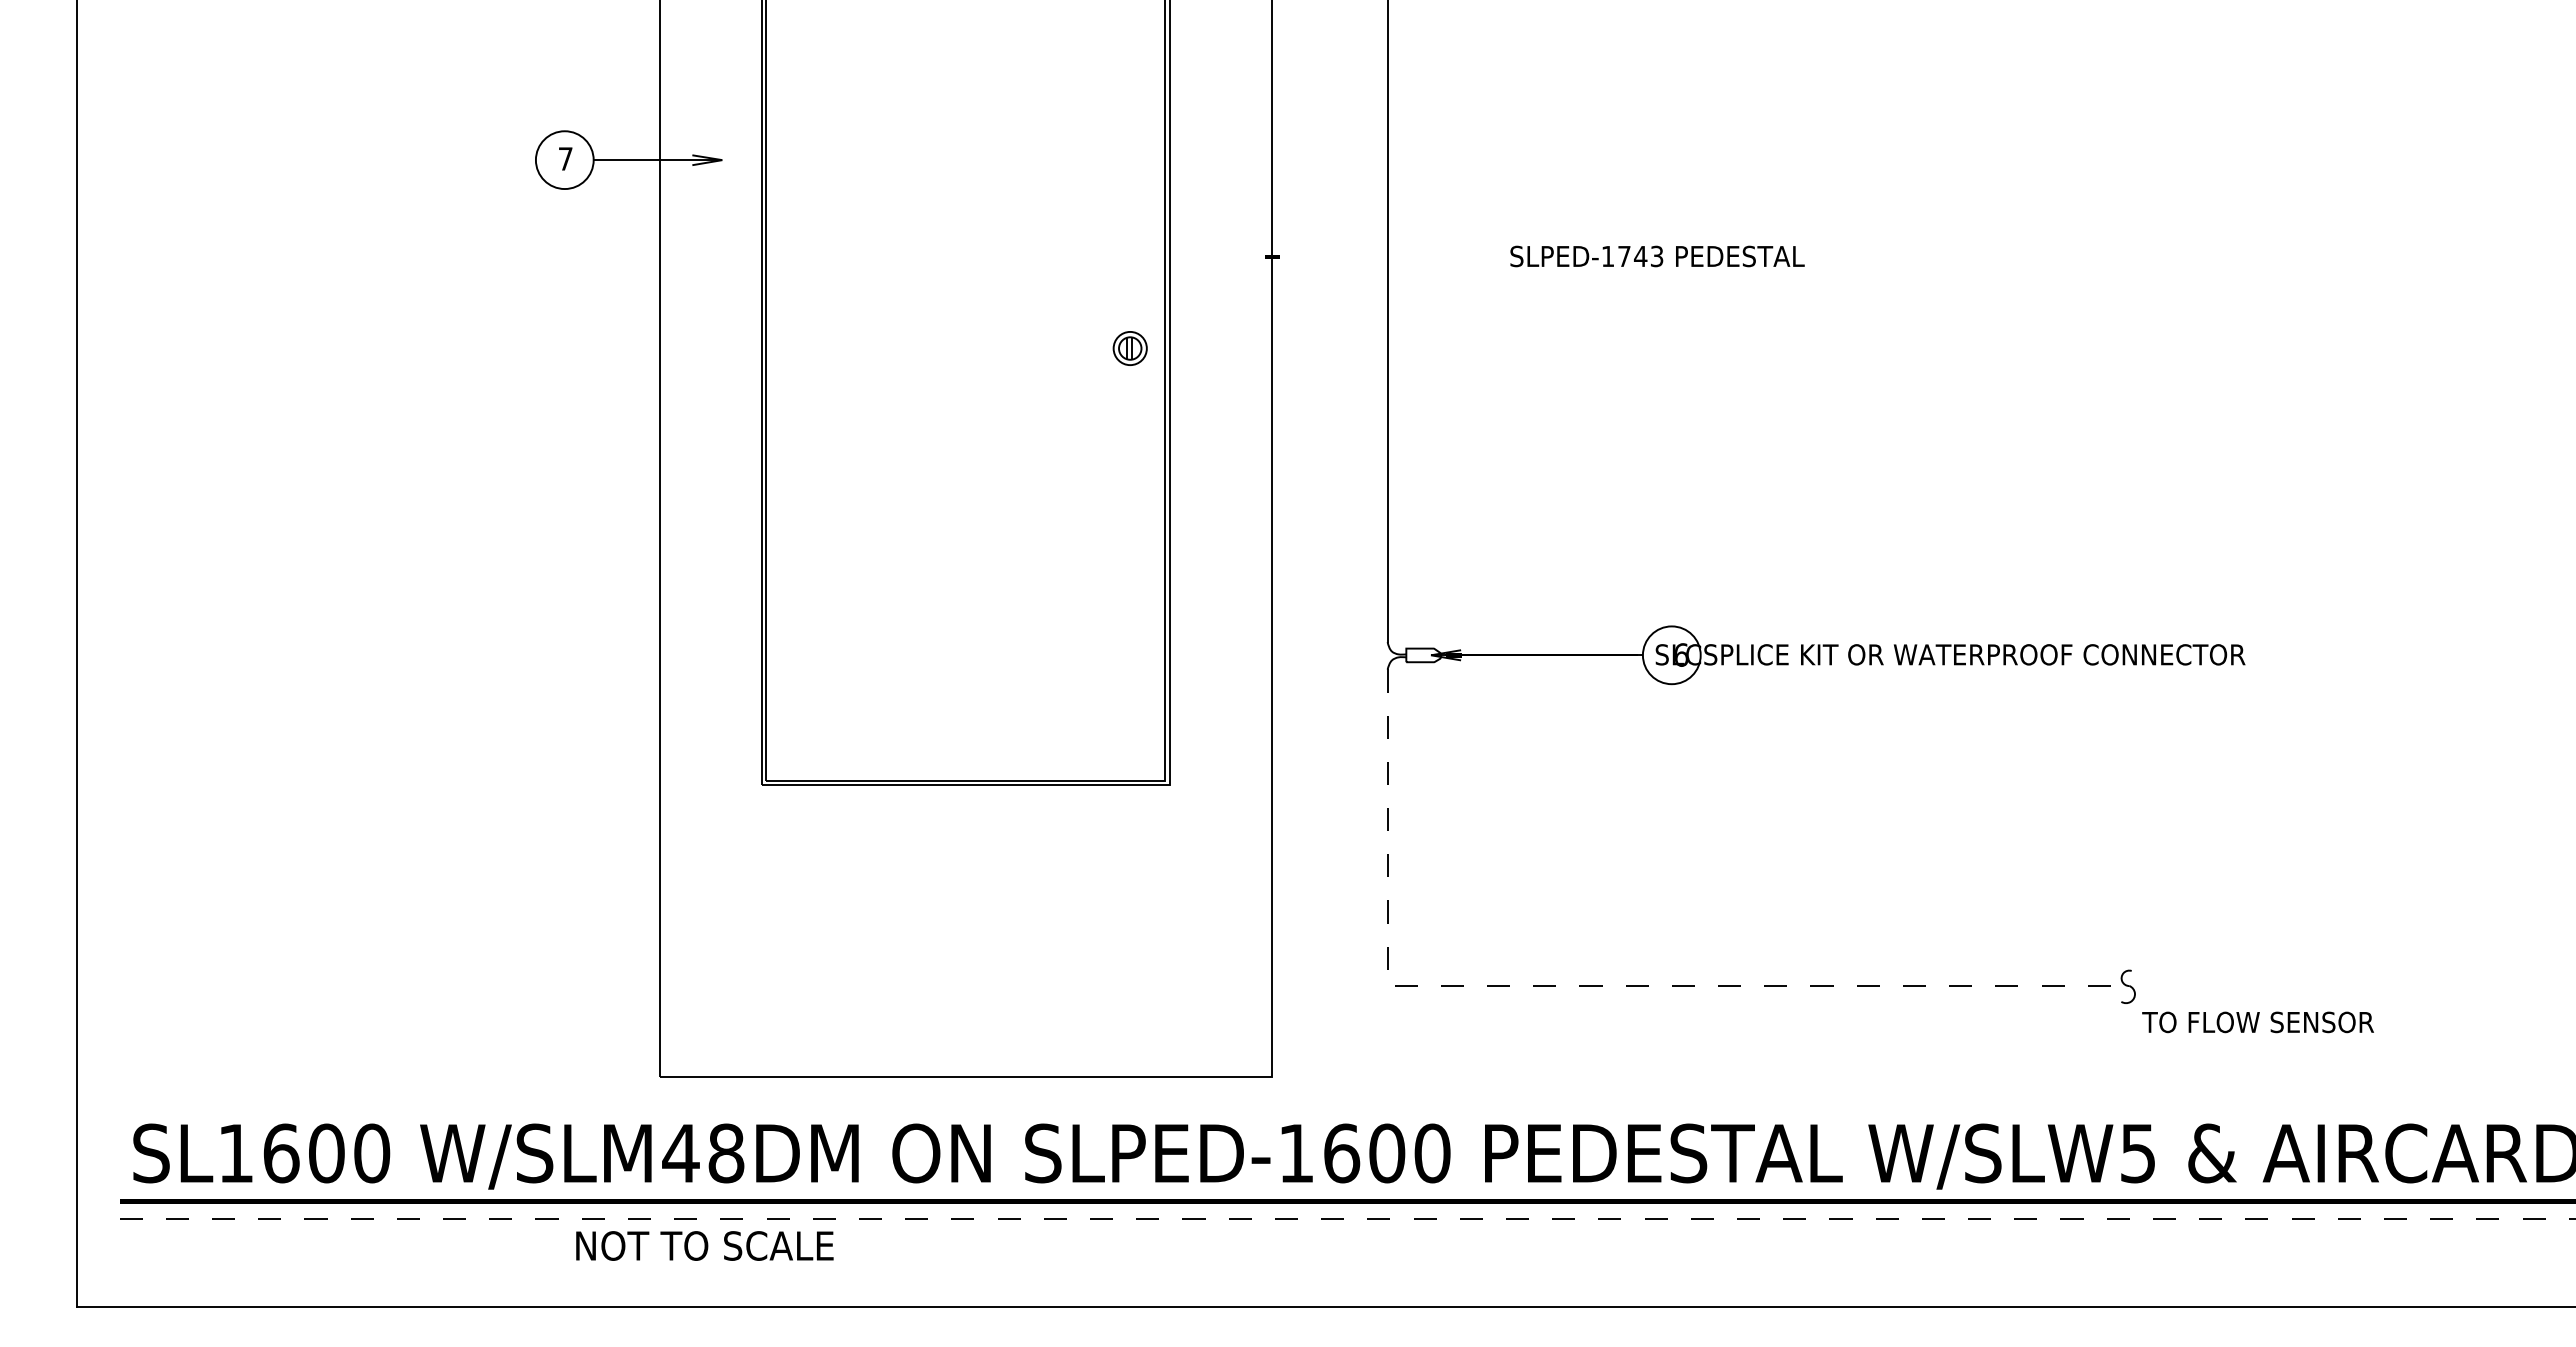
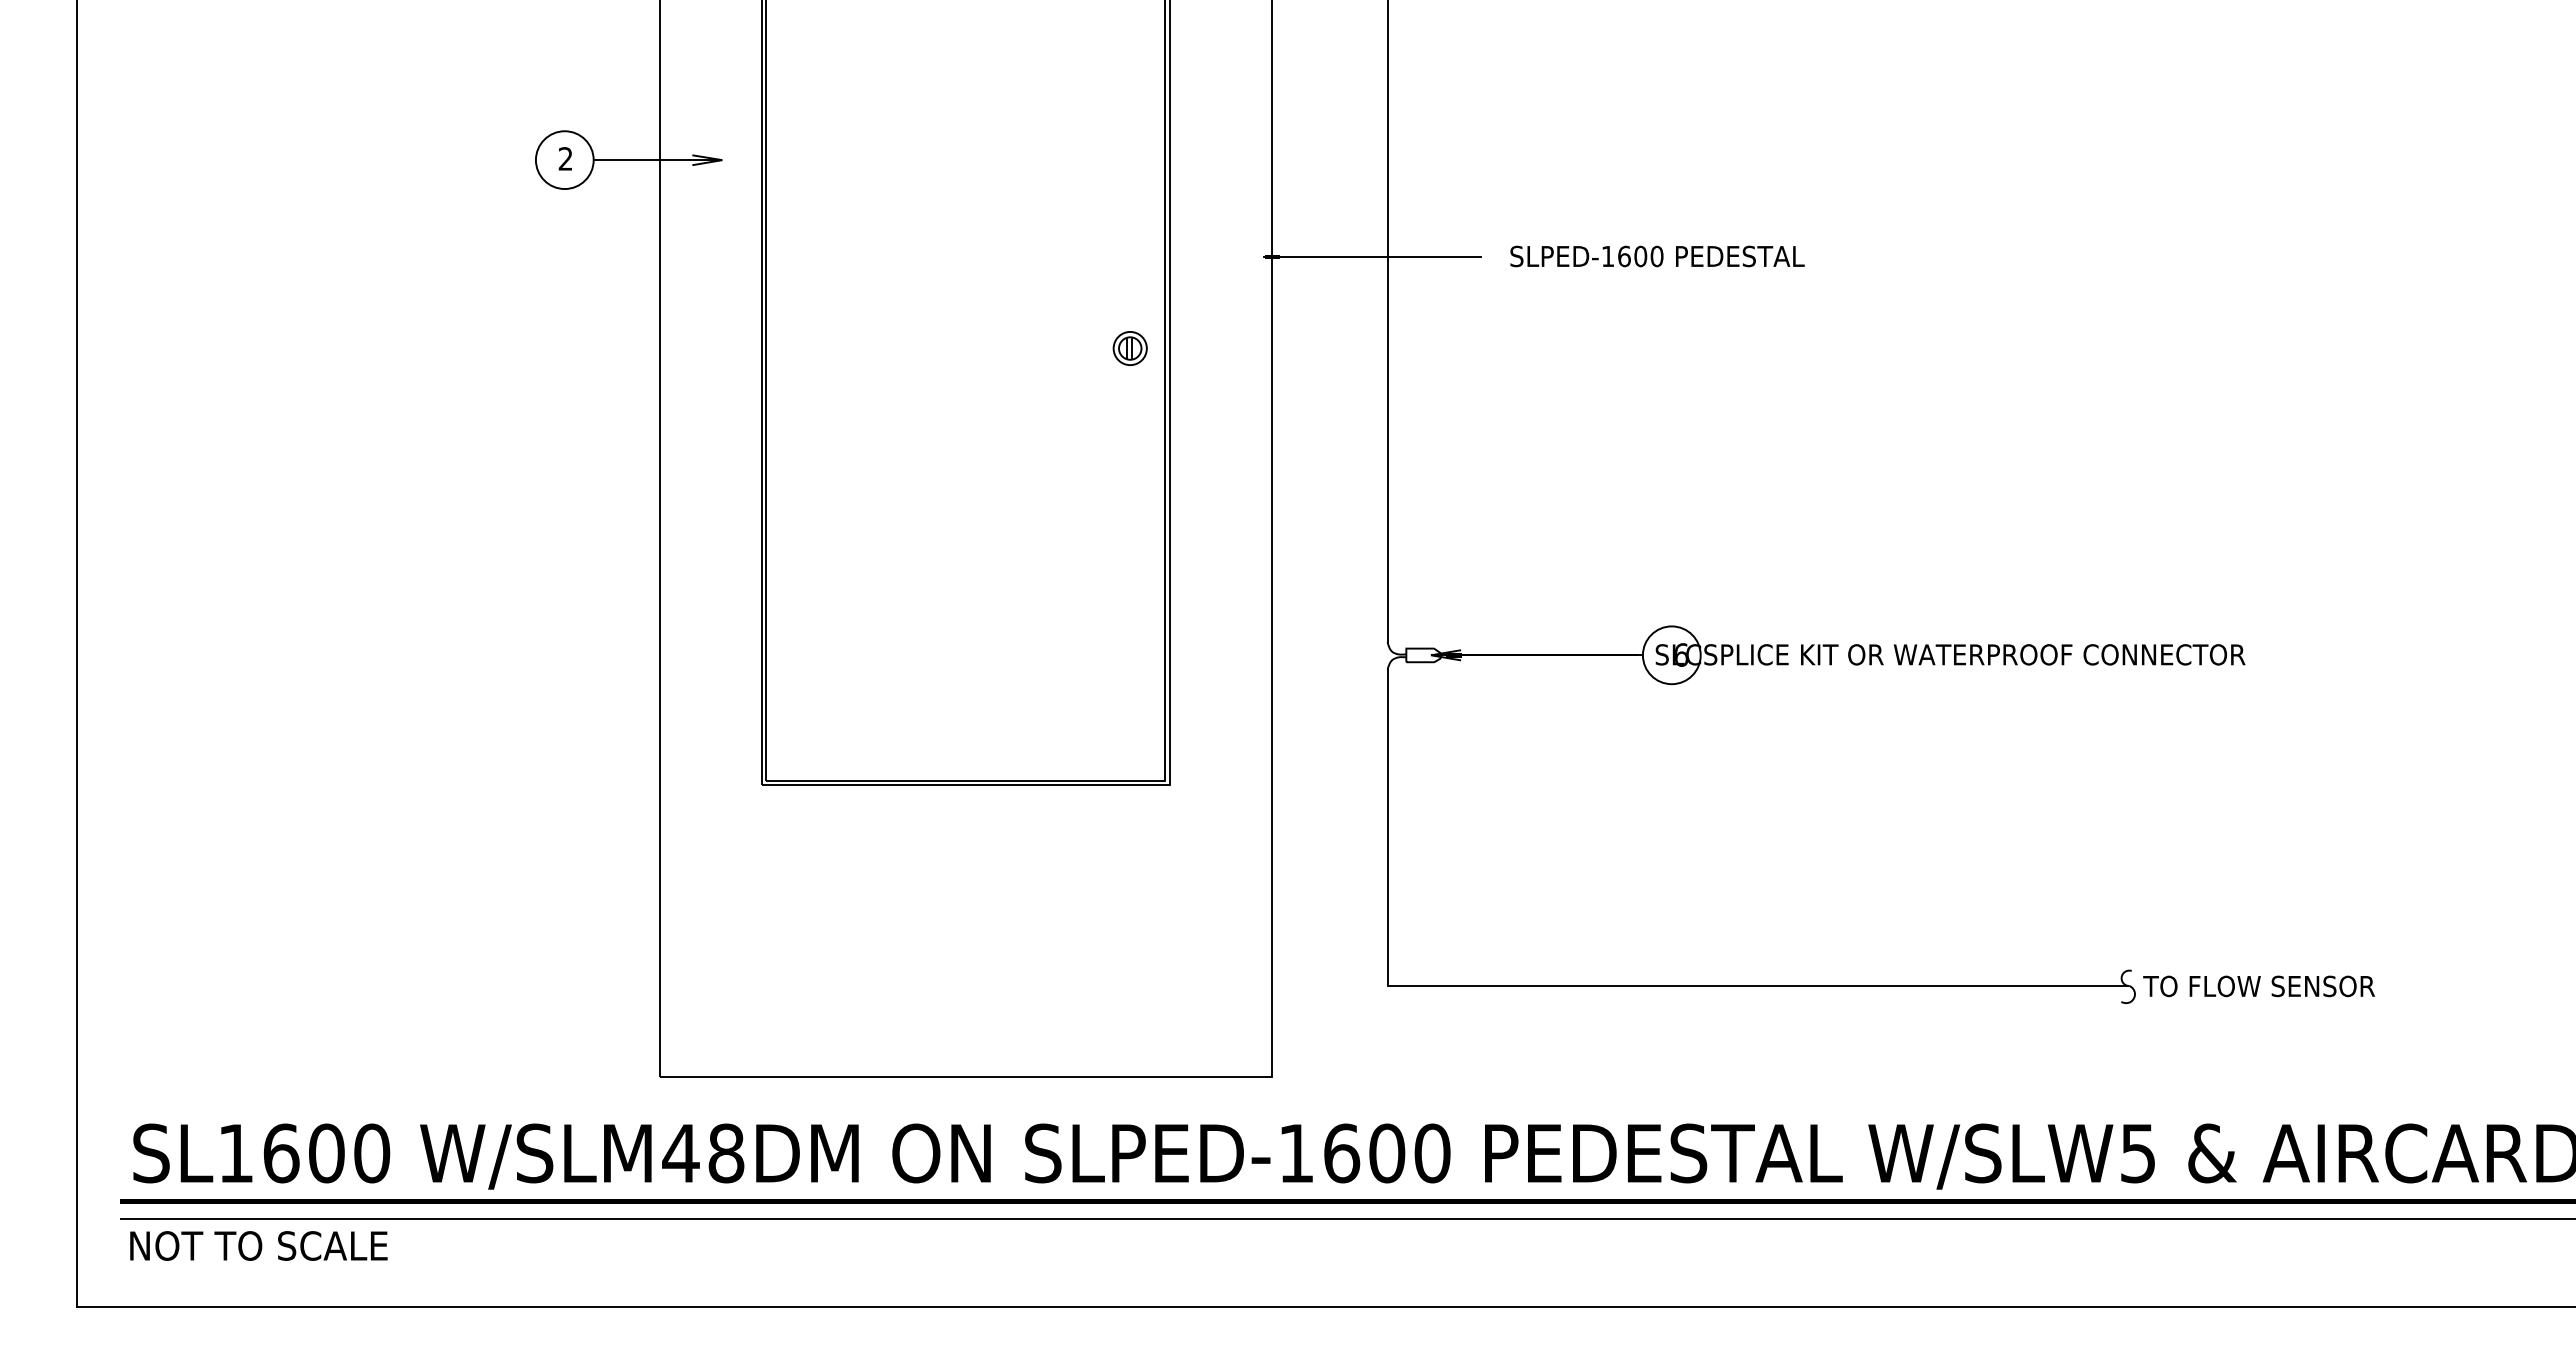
text at (565, 158): 7 -> 2
line at (1372, 256): none -> present
text at (1640, 256): SLPED-1743 -> SLPED-1600
line at (1599, 985): dashed -> solid
text at (2257, 1022) position: (2257, 1022) -> (2258, 986)
line at (1347, 1219): dashed -> solid
text at (704, 1245) position: (704, 1245) -> (258, 1245)
